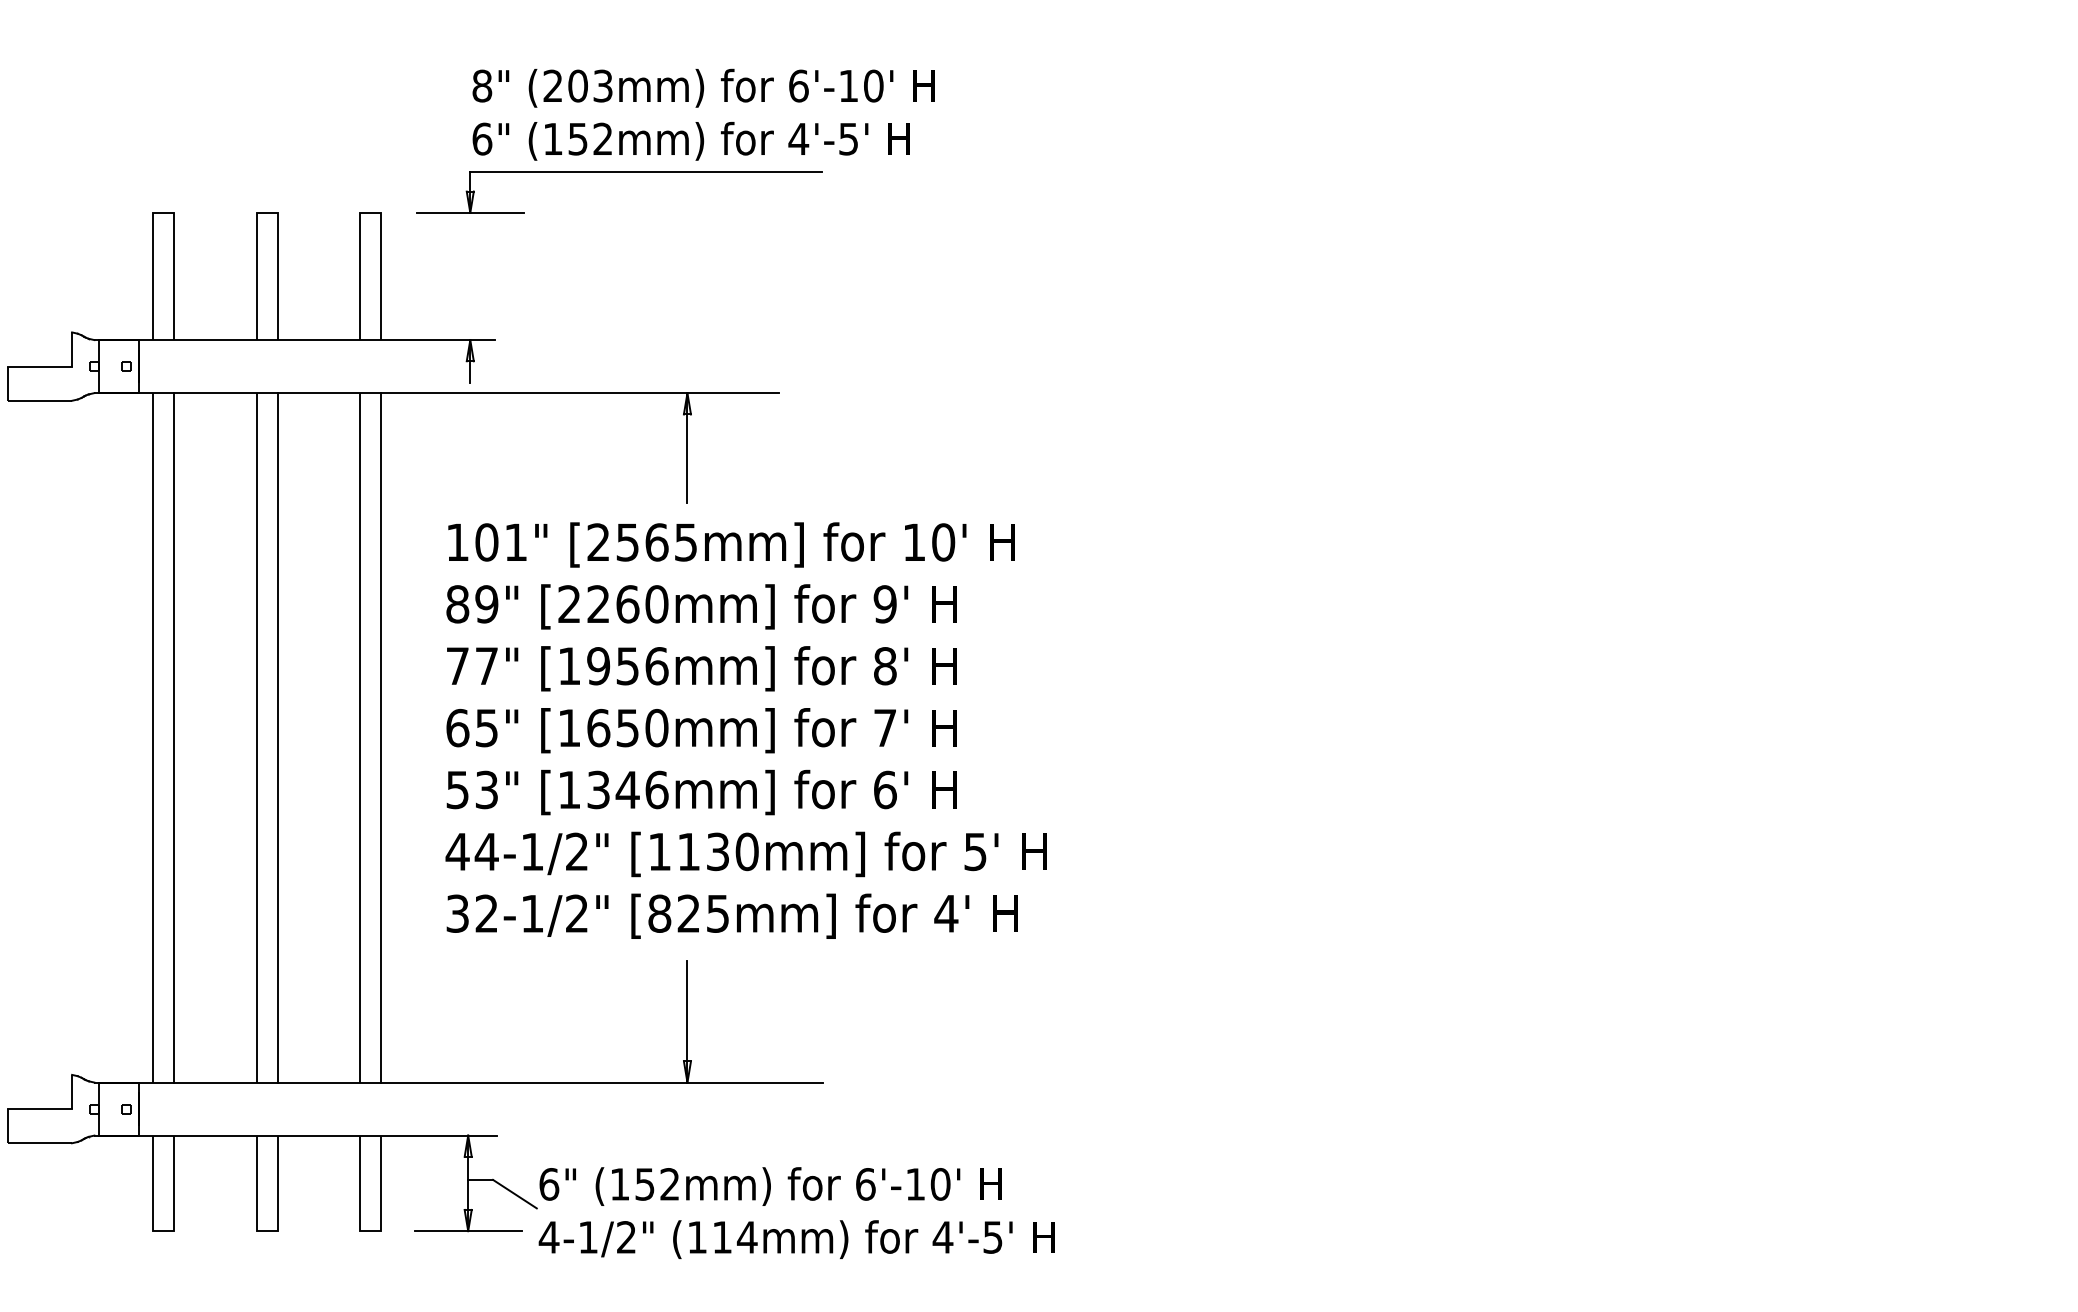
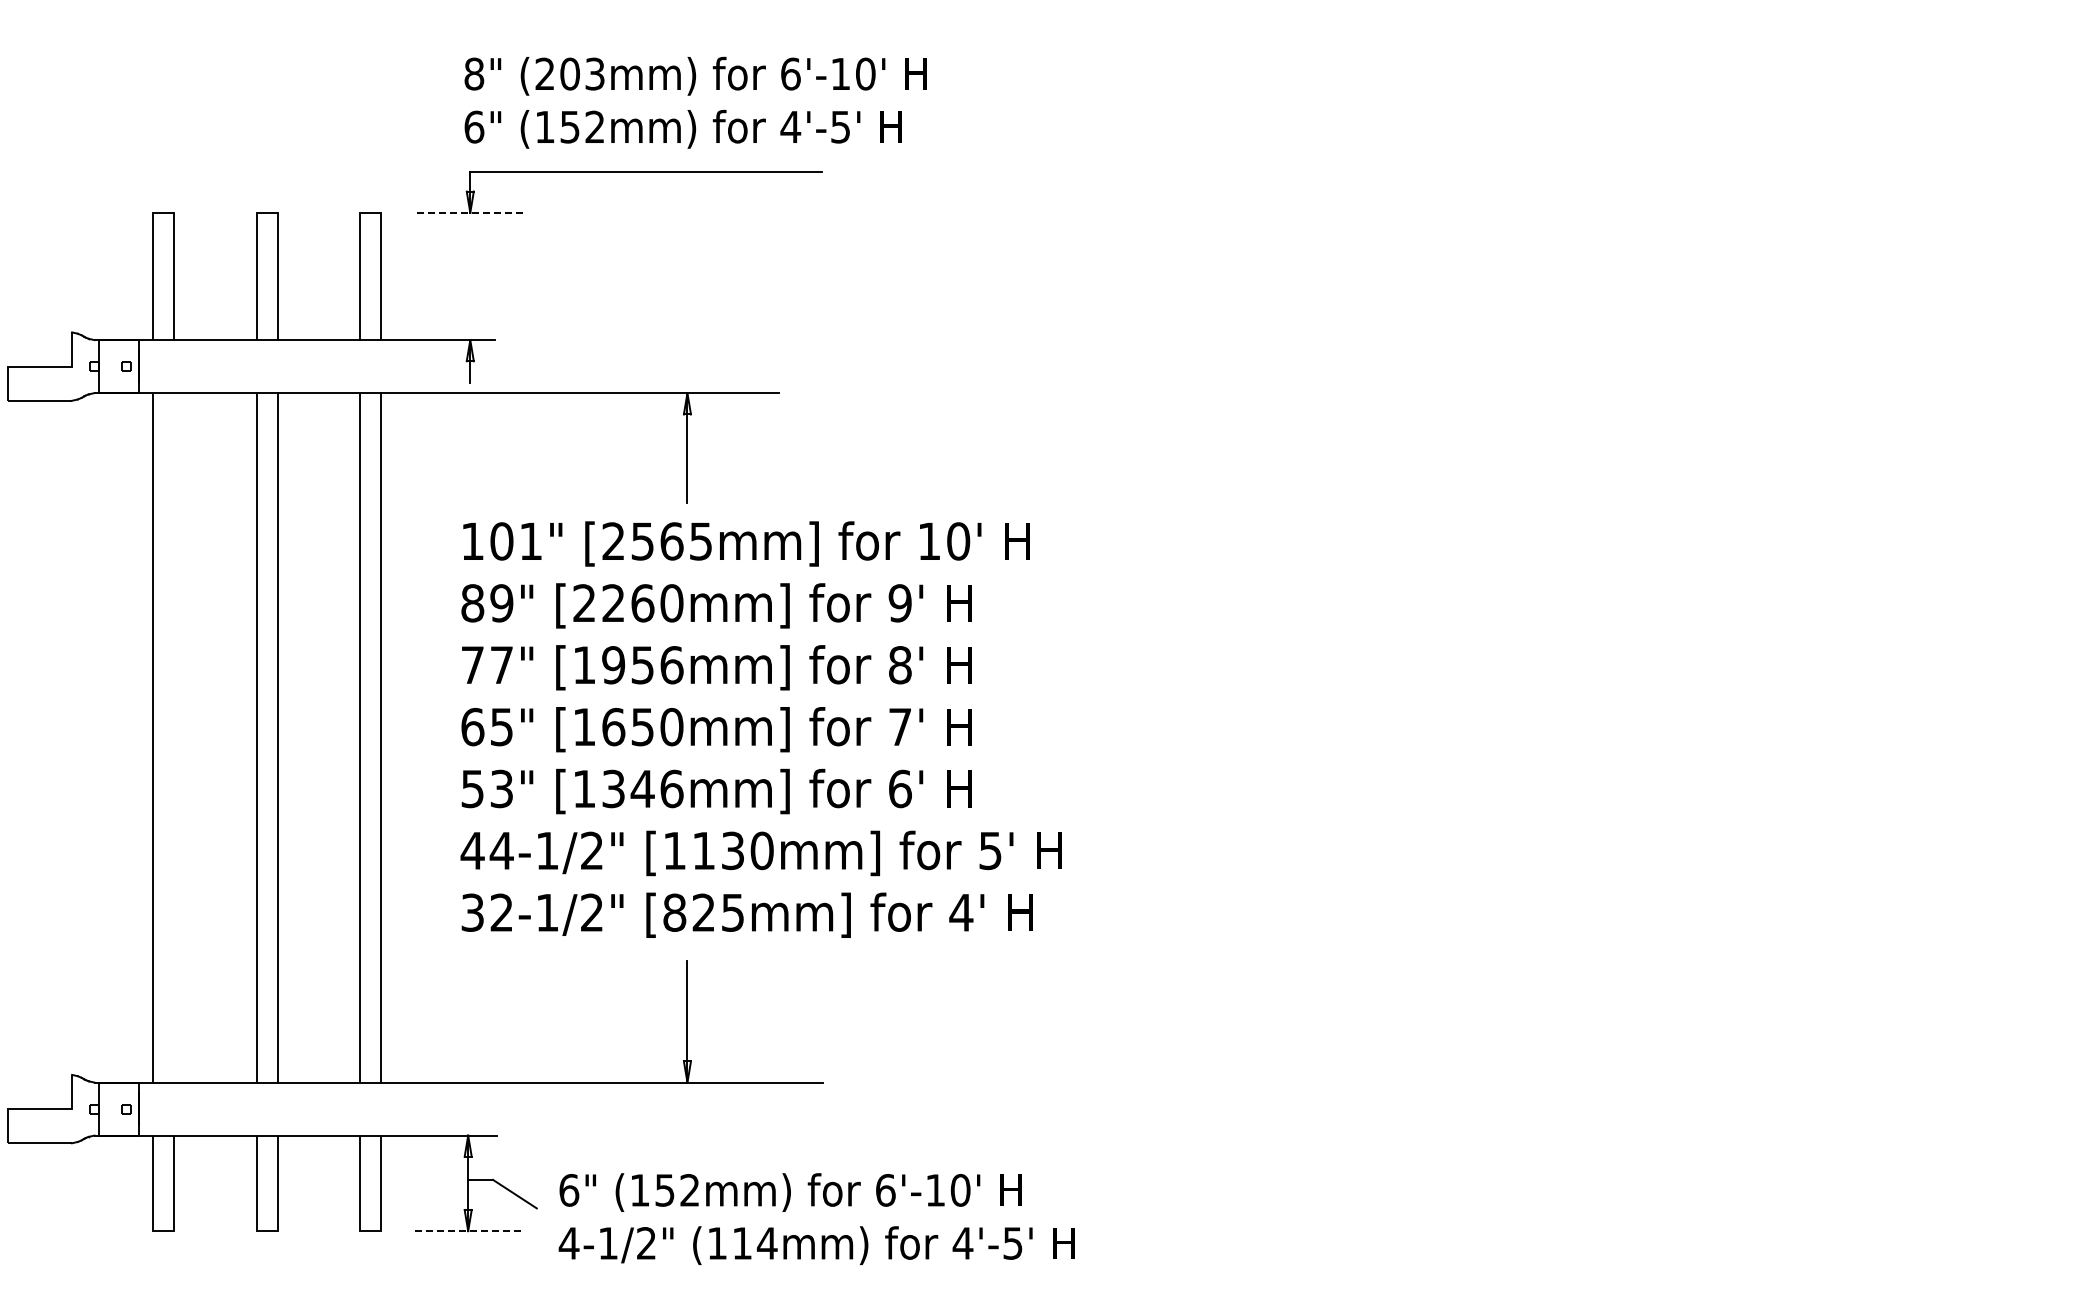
text at (703, 114) position: (703, 114) -> (695, 102)
line at (470, 212): solid -> dashed
text at (745, 730) position: (745, 730) -> (760, 729)
line at (174, 737): present -> none
text at (796, 1212) position: (796, 1212) -> (816, 1218)
line at (468, 1231): solid -> dashed
